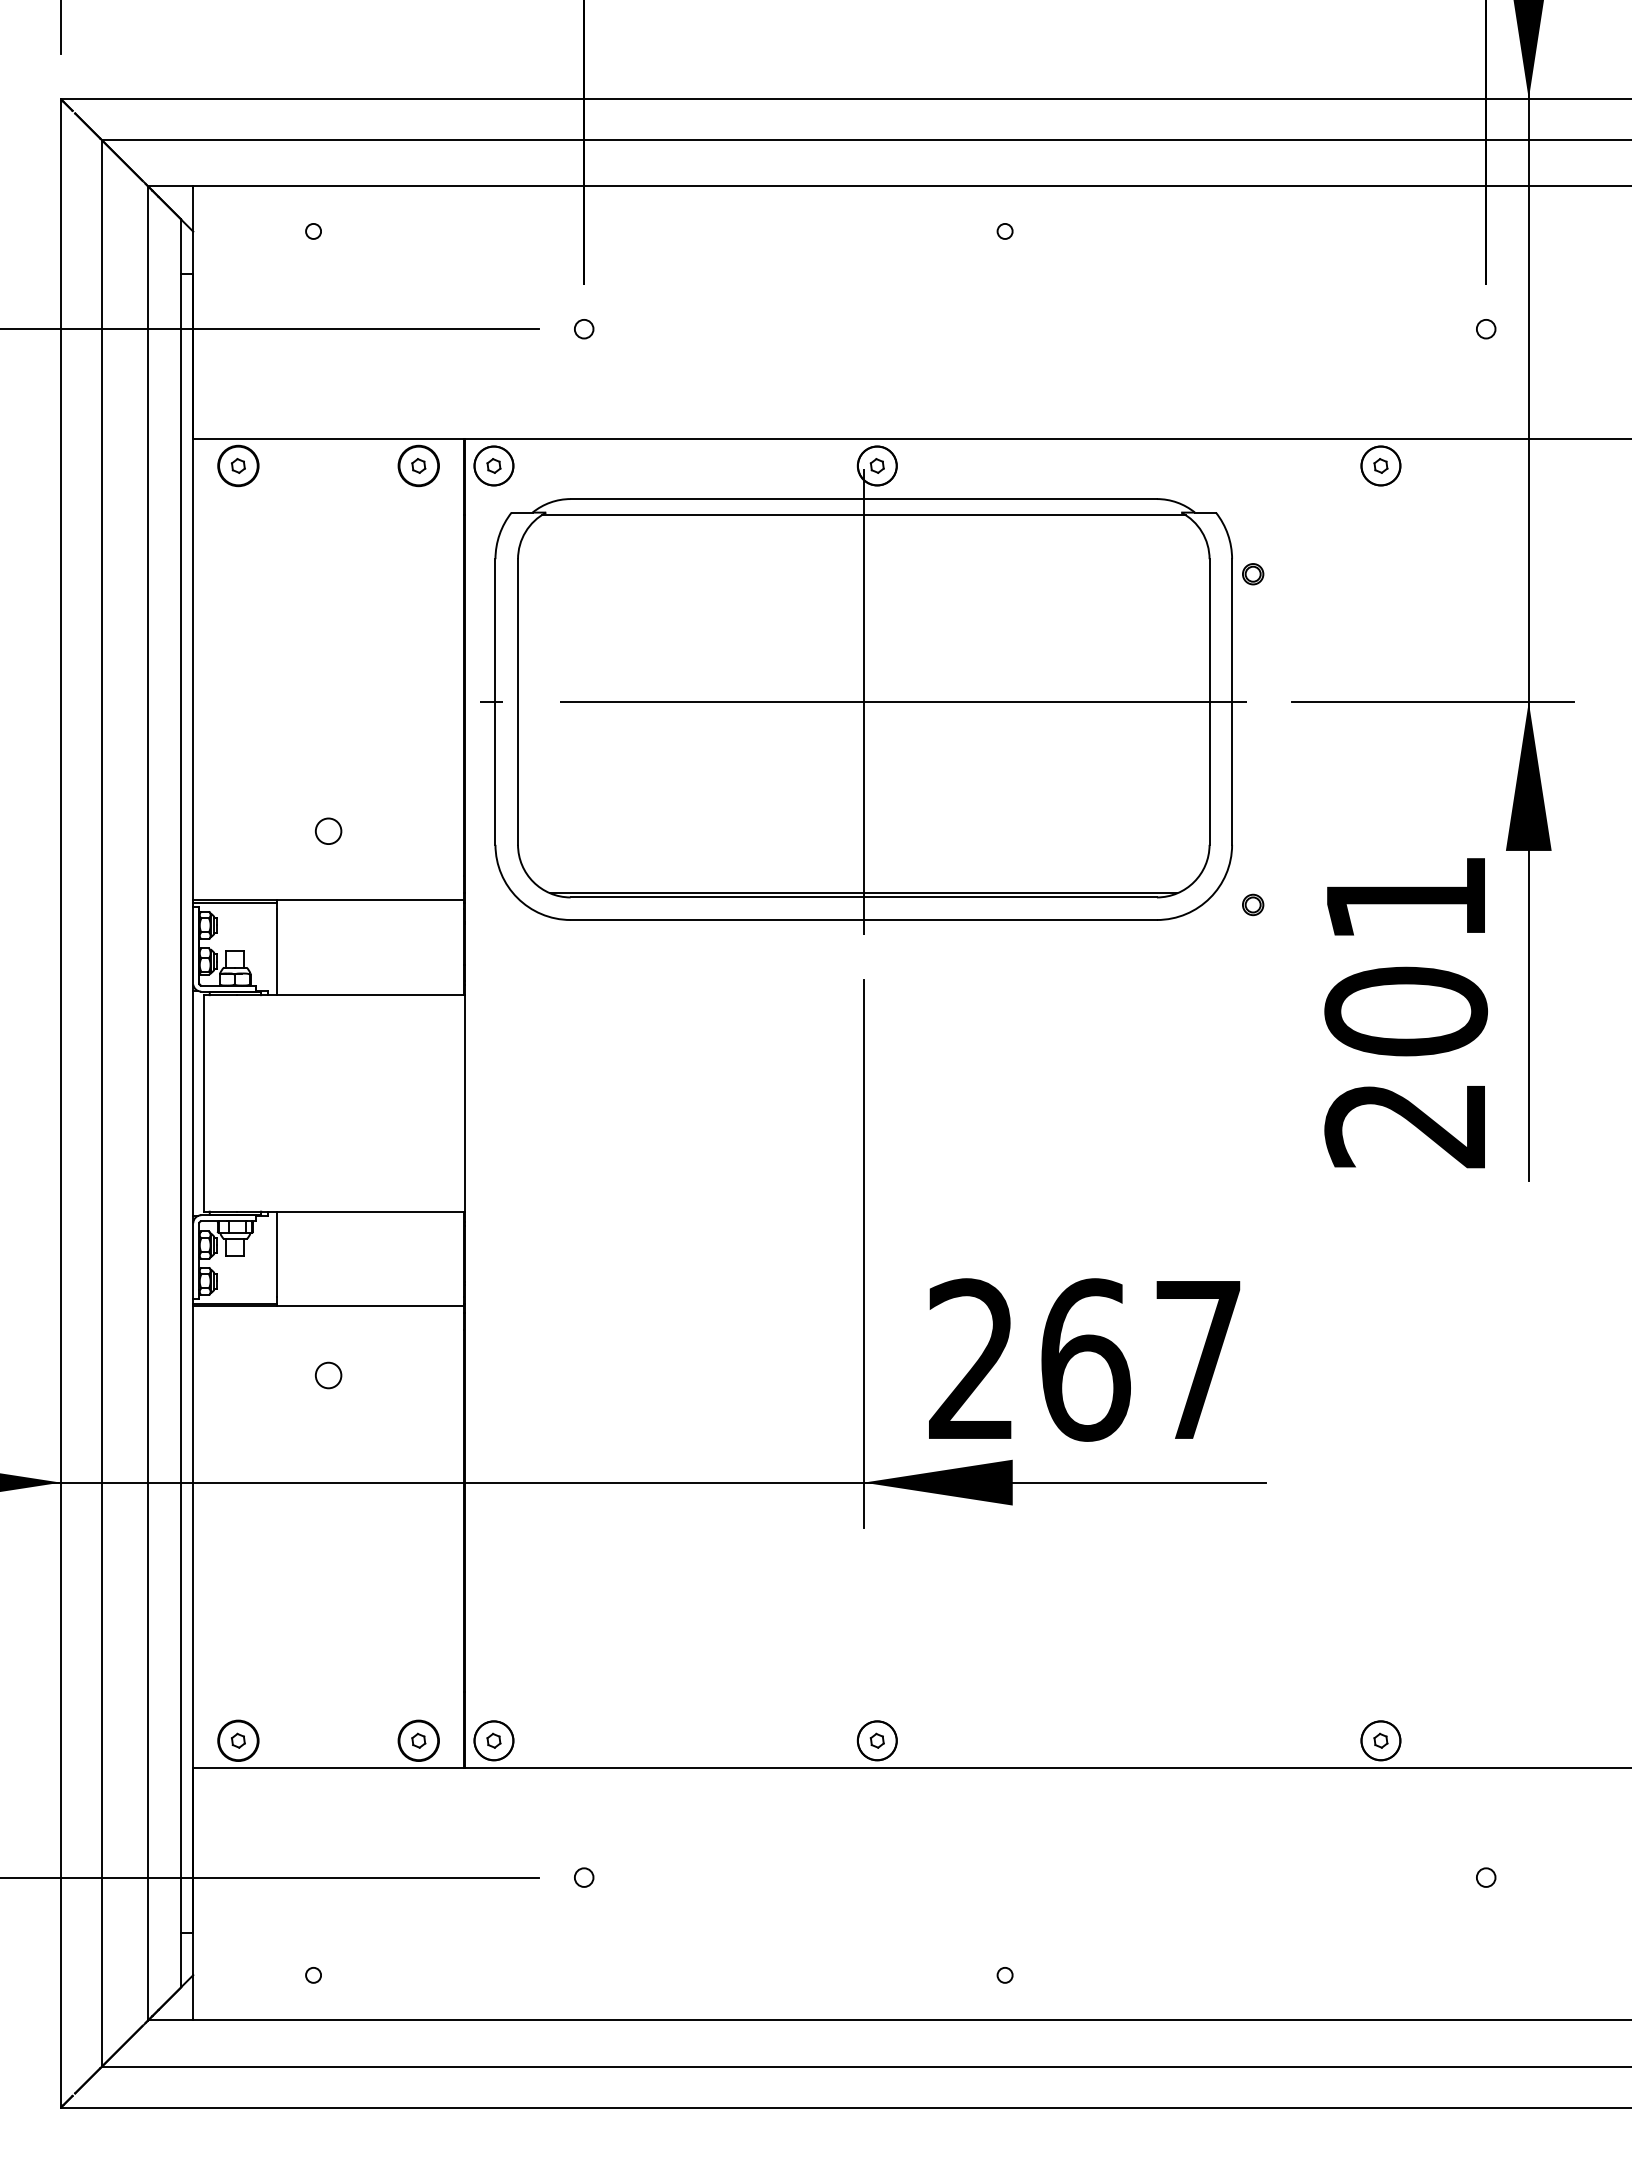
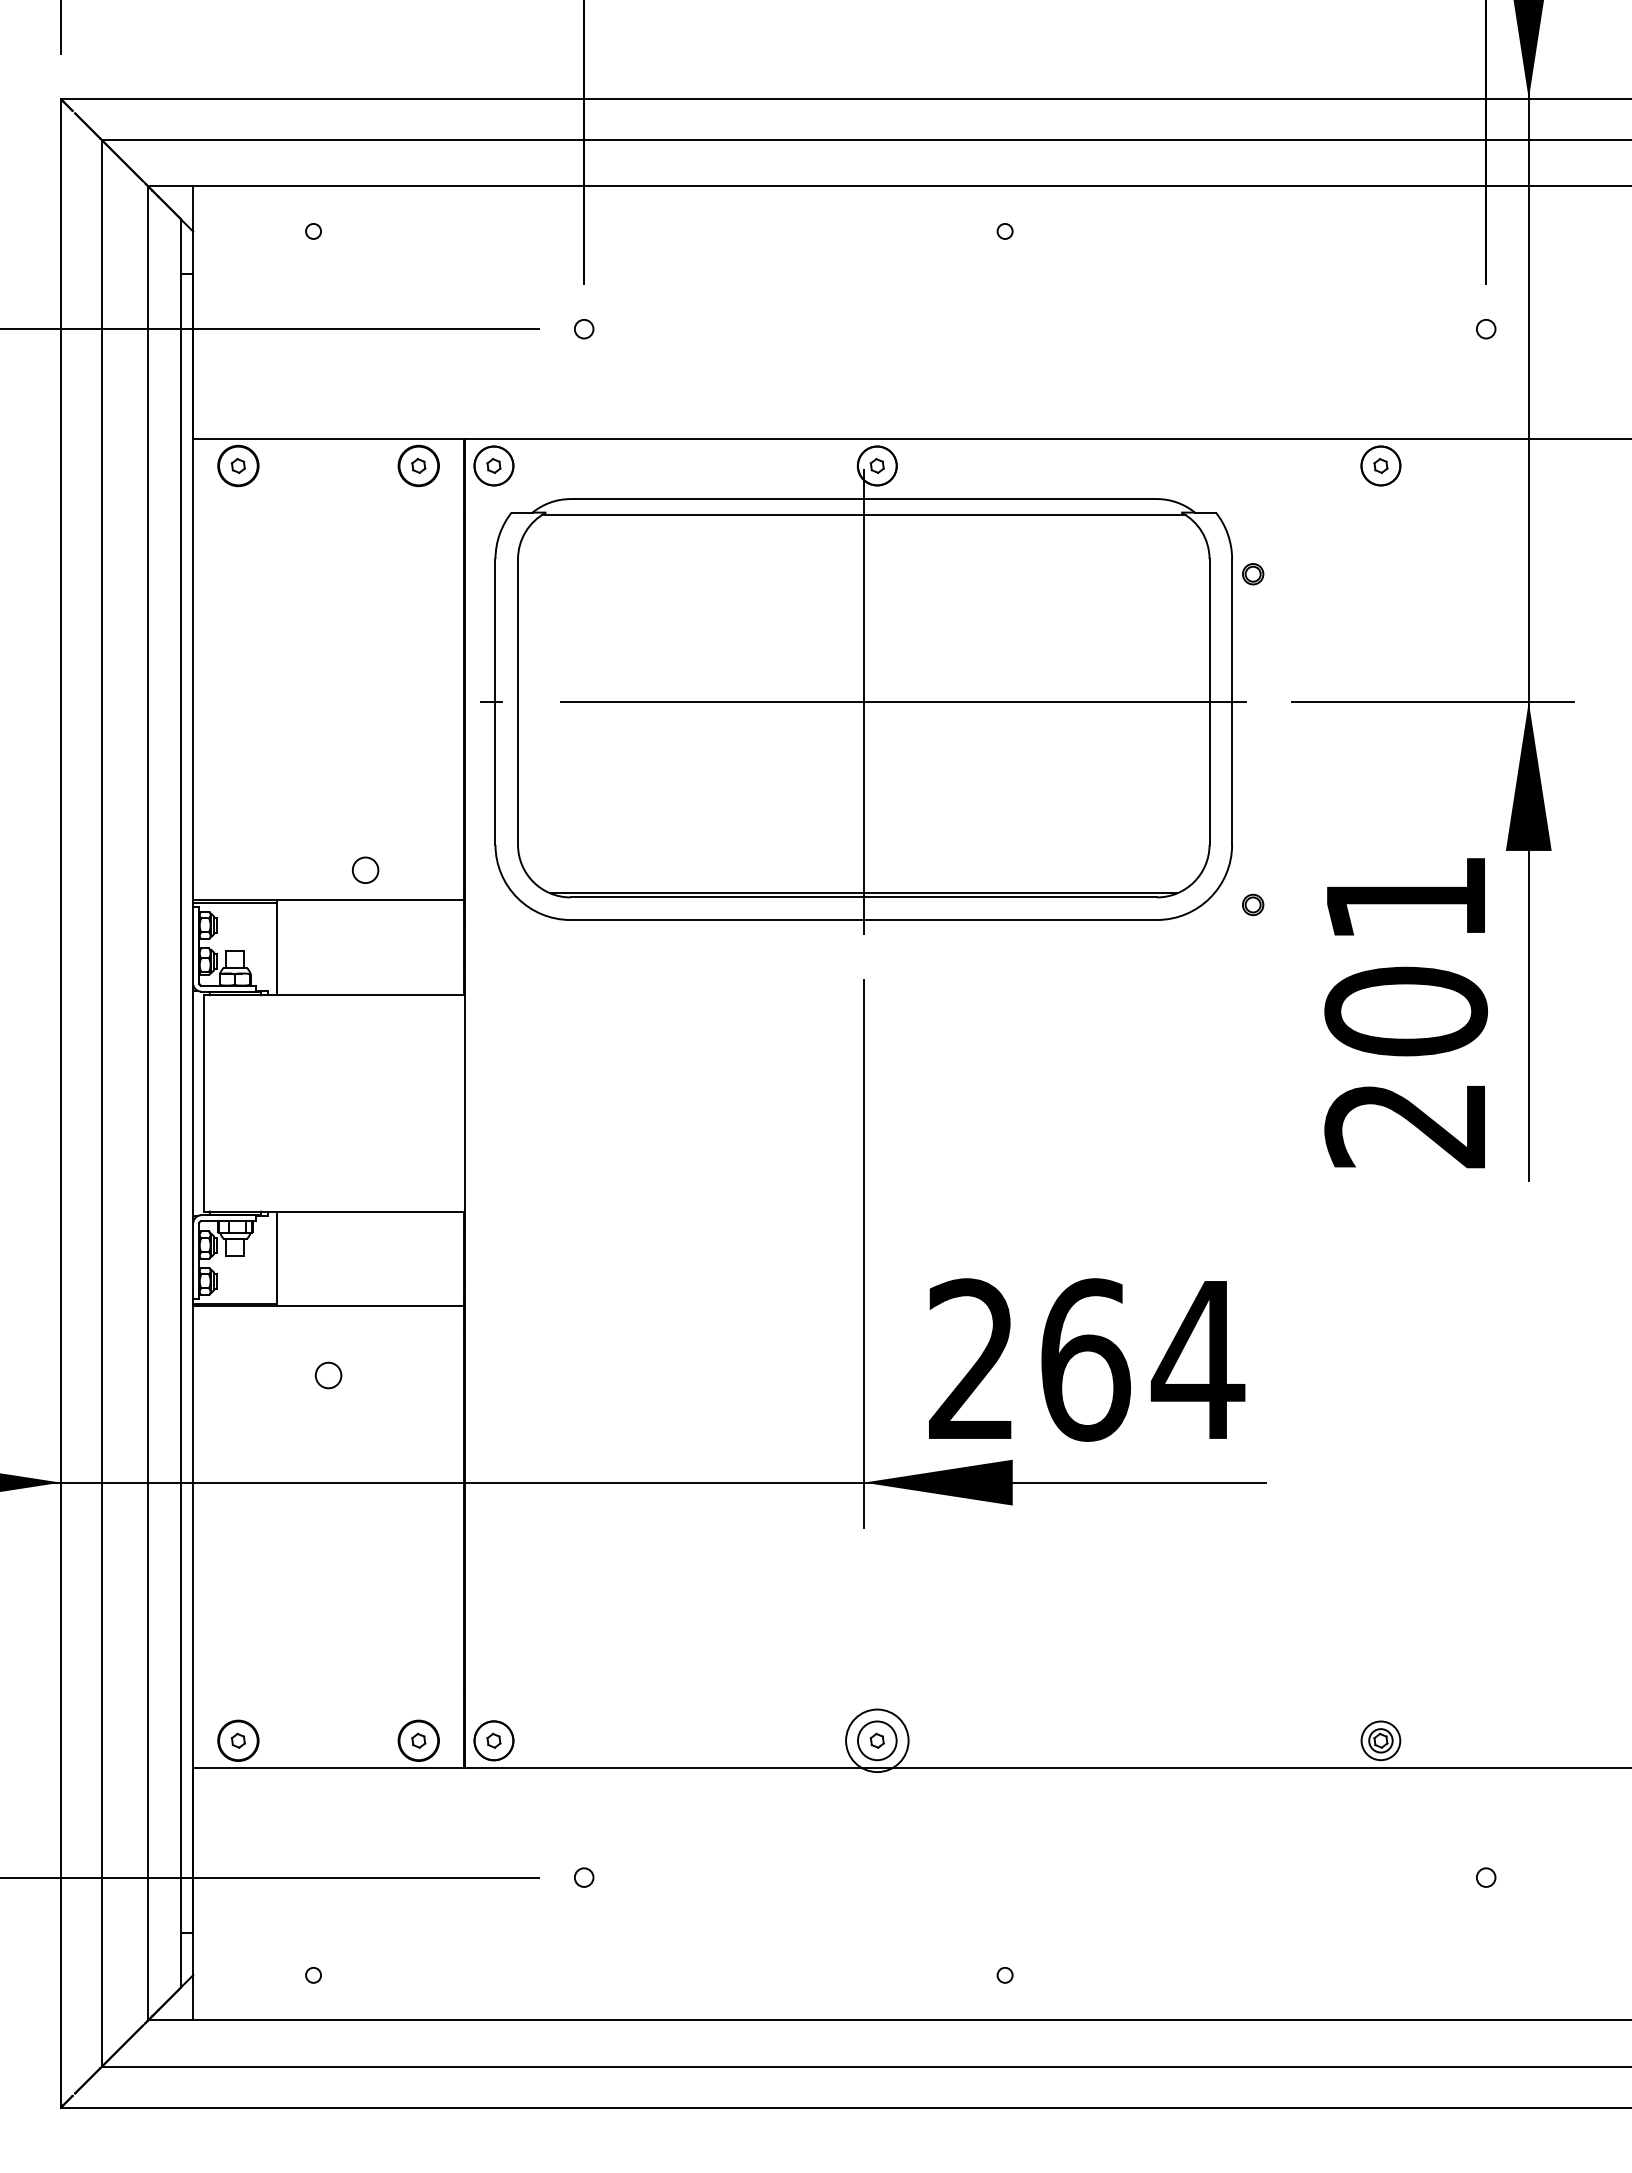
circle at (328, 830) position: (328, 830) -> (365, 869)
text at (1197, 1359): 267 -> 264
circle at (876, 1740) diameter: 39 px -> 63 px
circle at (1380, 1740) diameter: 39 px -> 23 px
